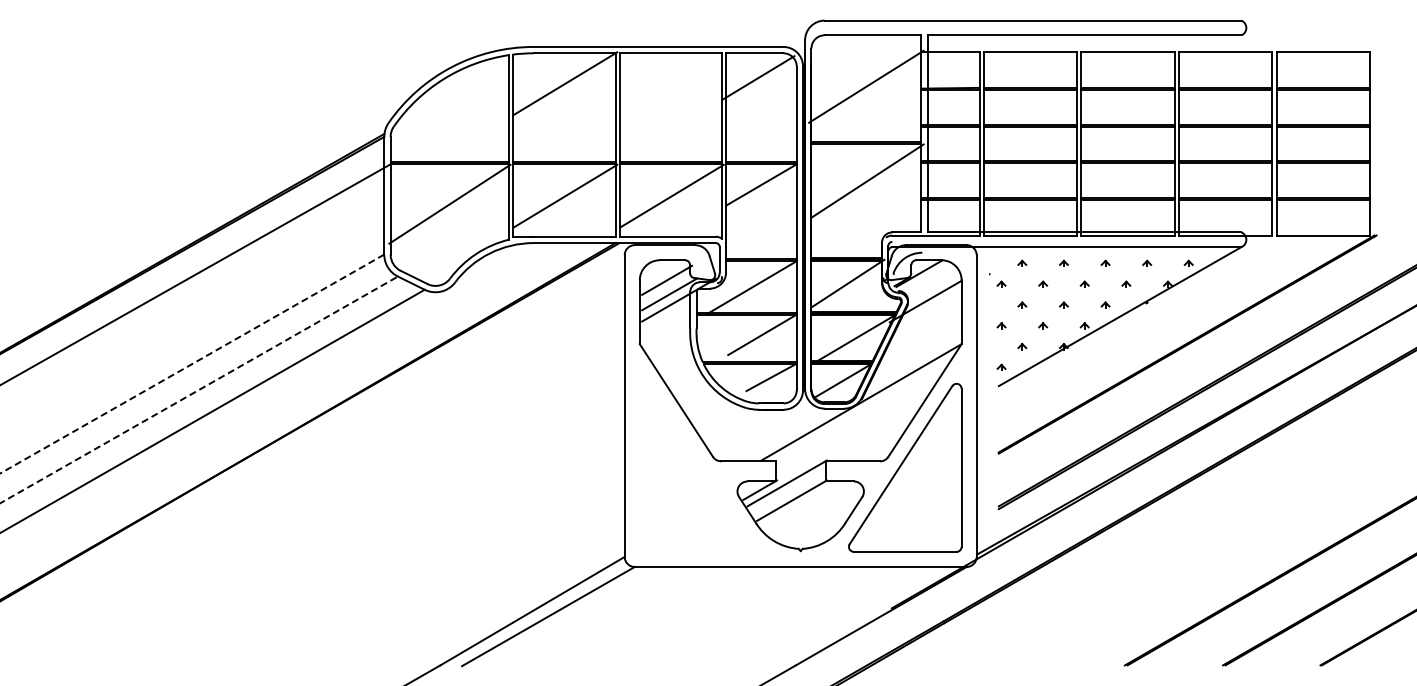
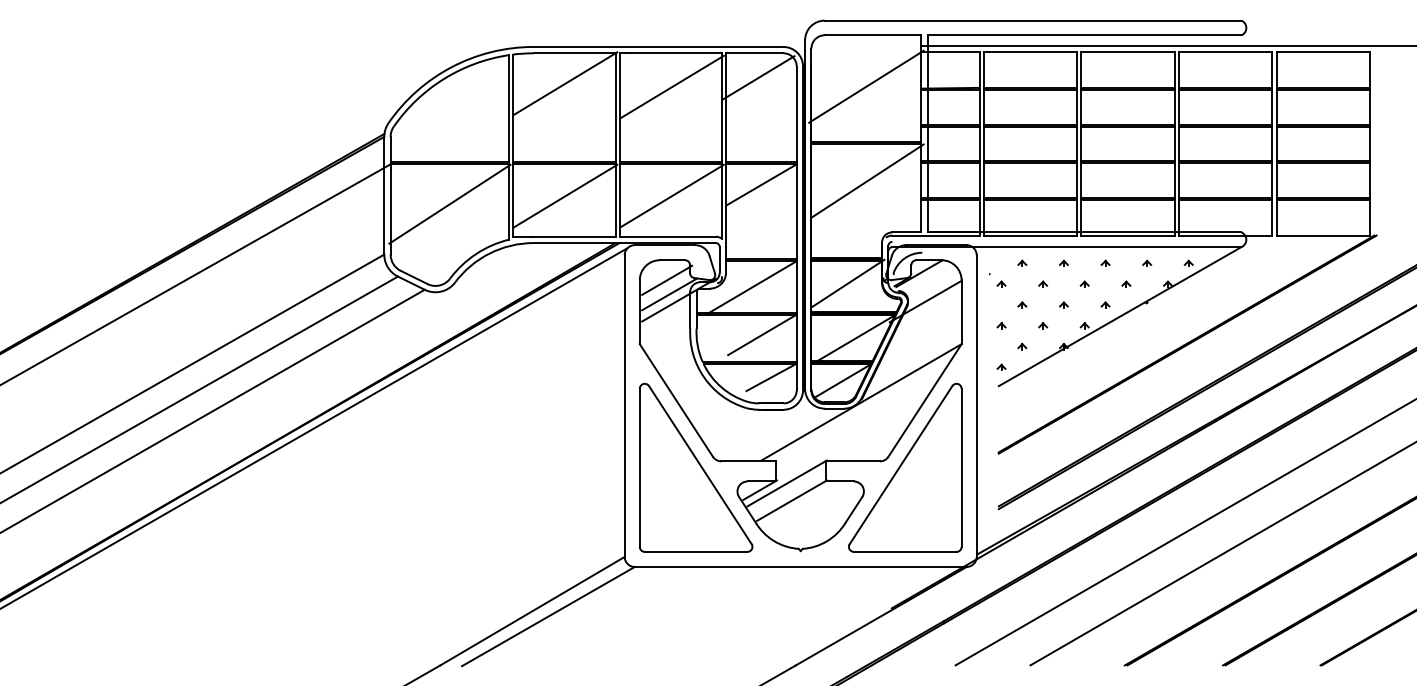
line at (1167, 45): none -> present
line at (671, 86): none -> present
line at (192, 363): dashed -> solid
line at (199, 389): dashed -> solid
line at (314, 427): none -> present
part at (696, 467): none -> present
line at (1184, 532): none -> present
line at (1221, 554): none -> present
